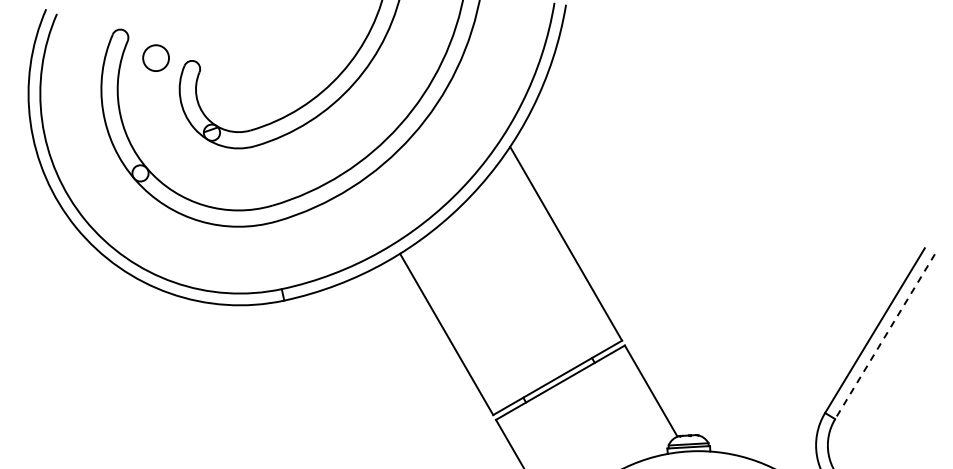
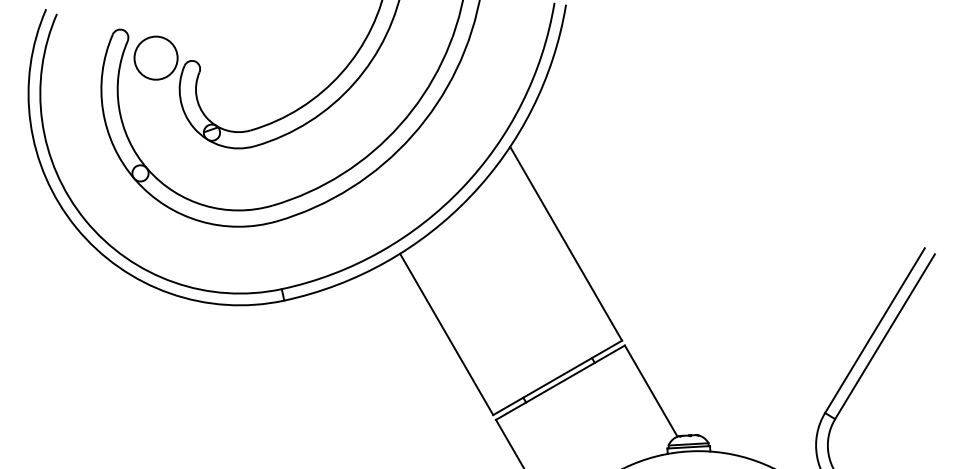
circle at (156, 58) diameter: 26 px -> 43 px
line at (884, 337): dashed -> solid
